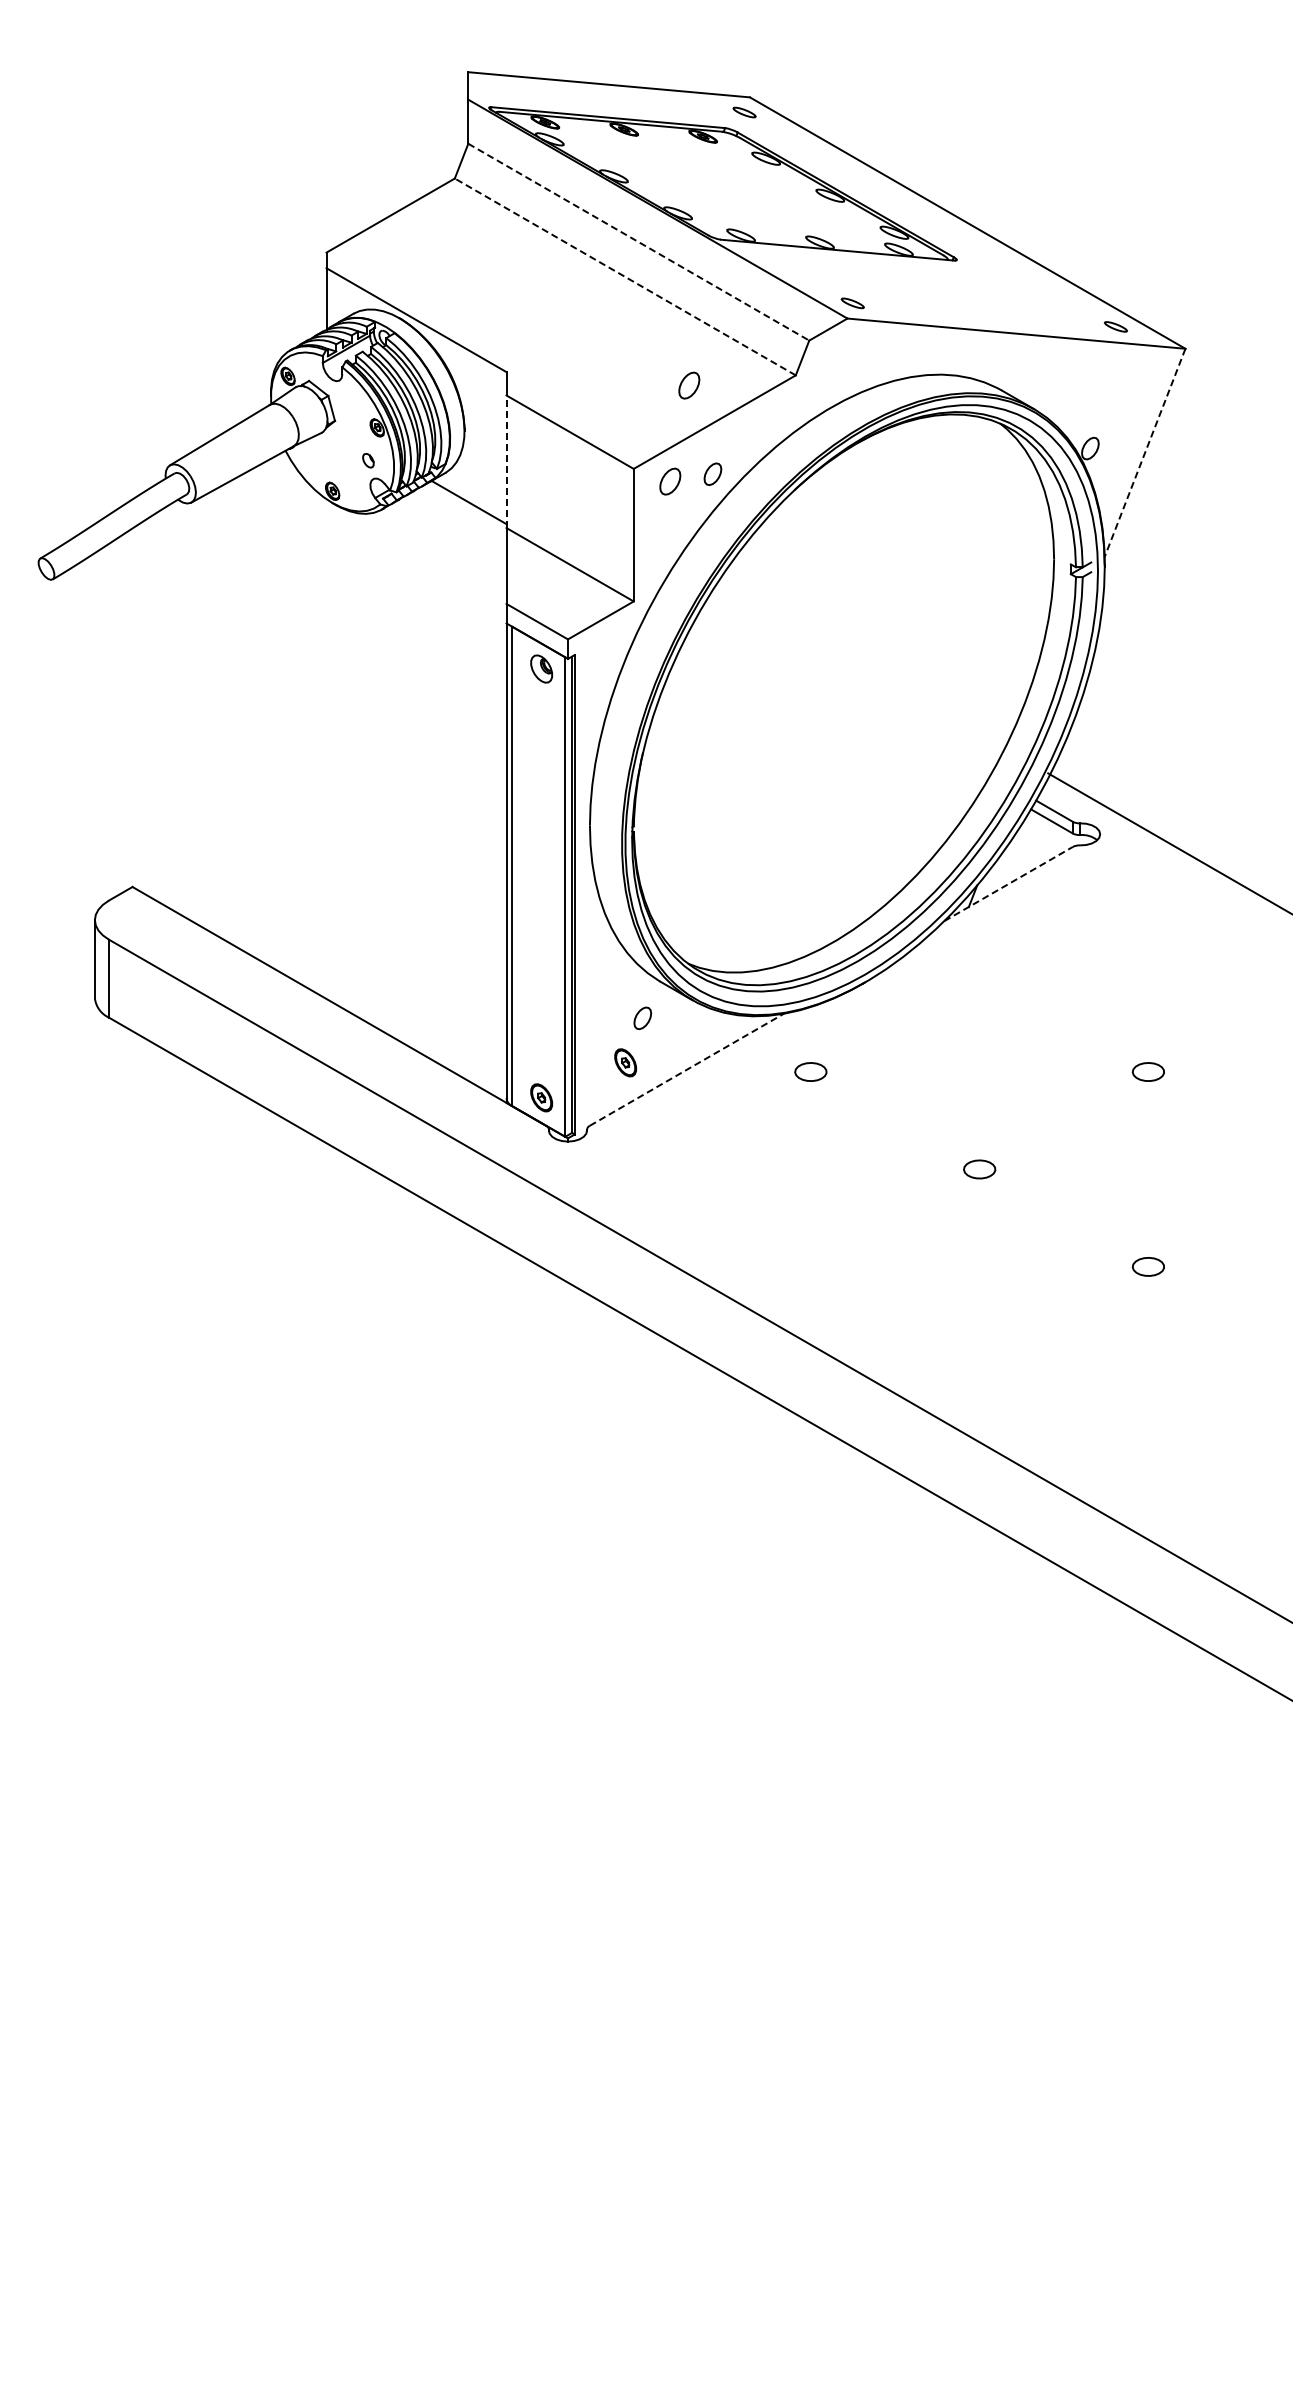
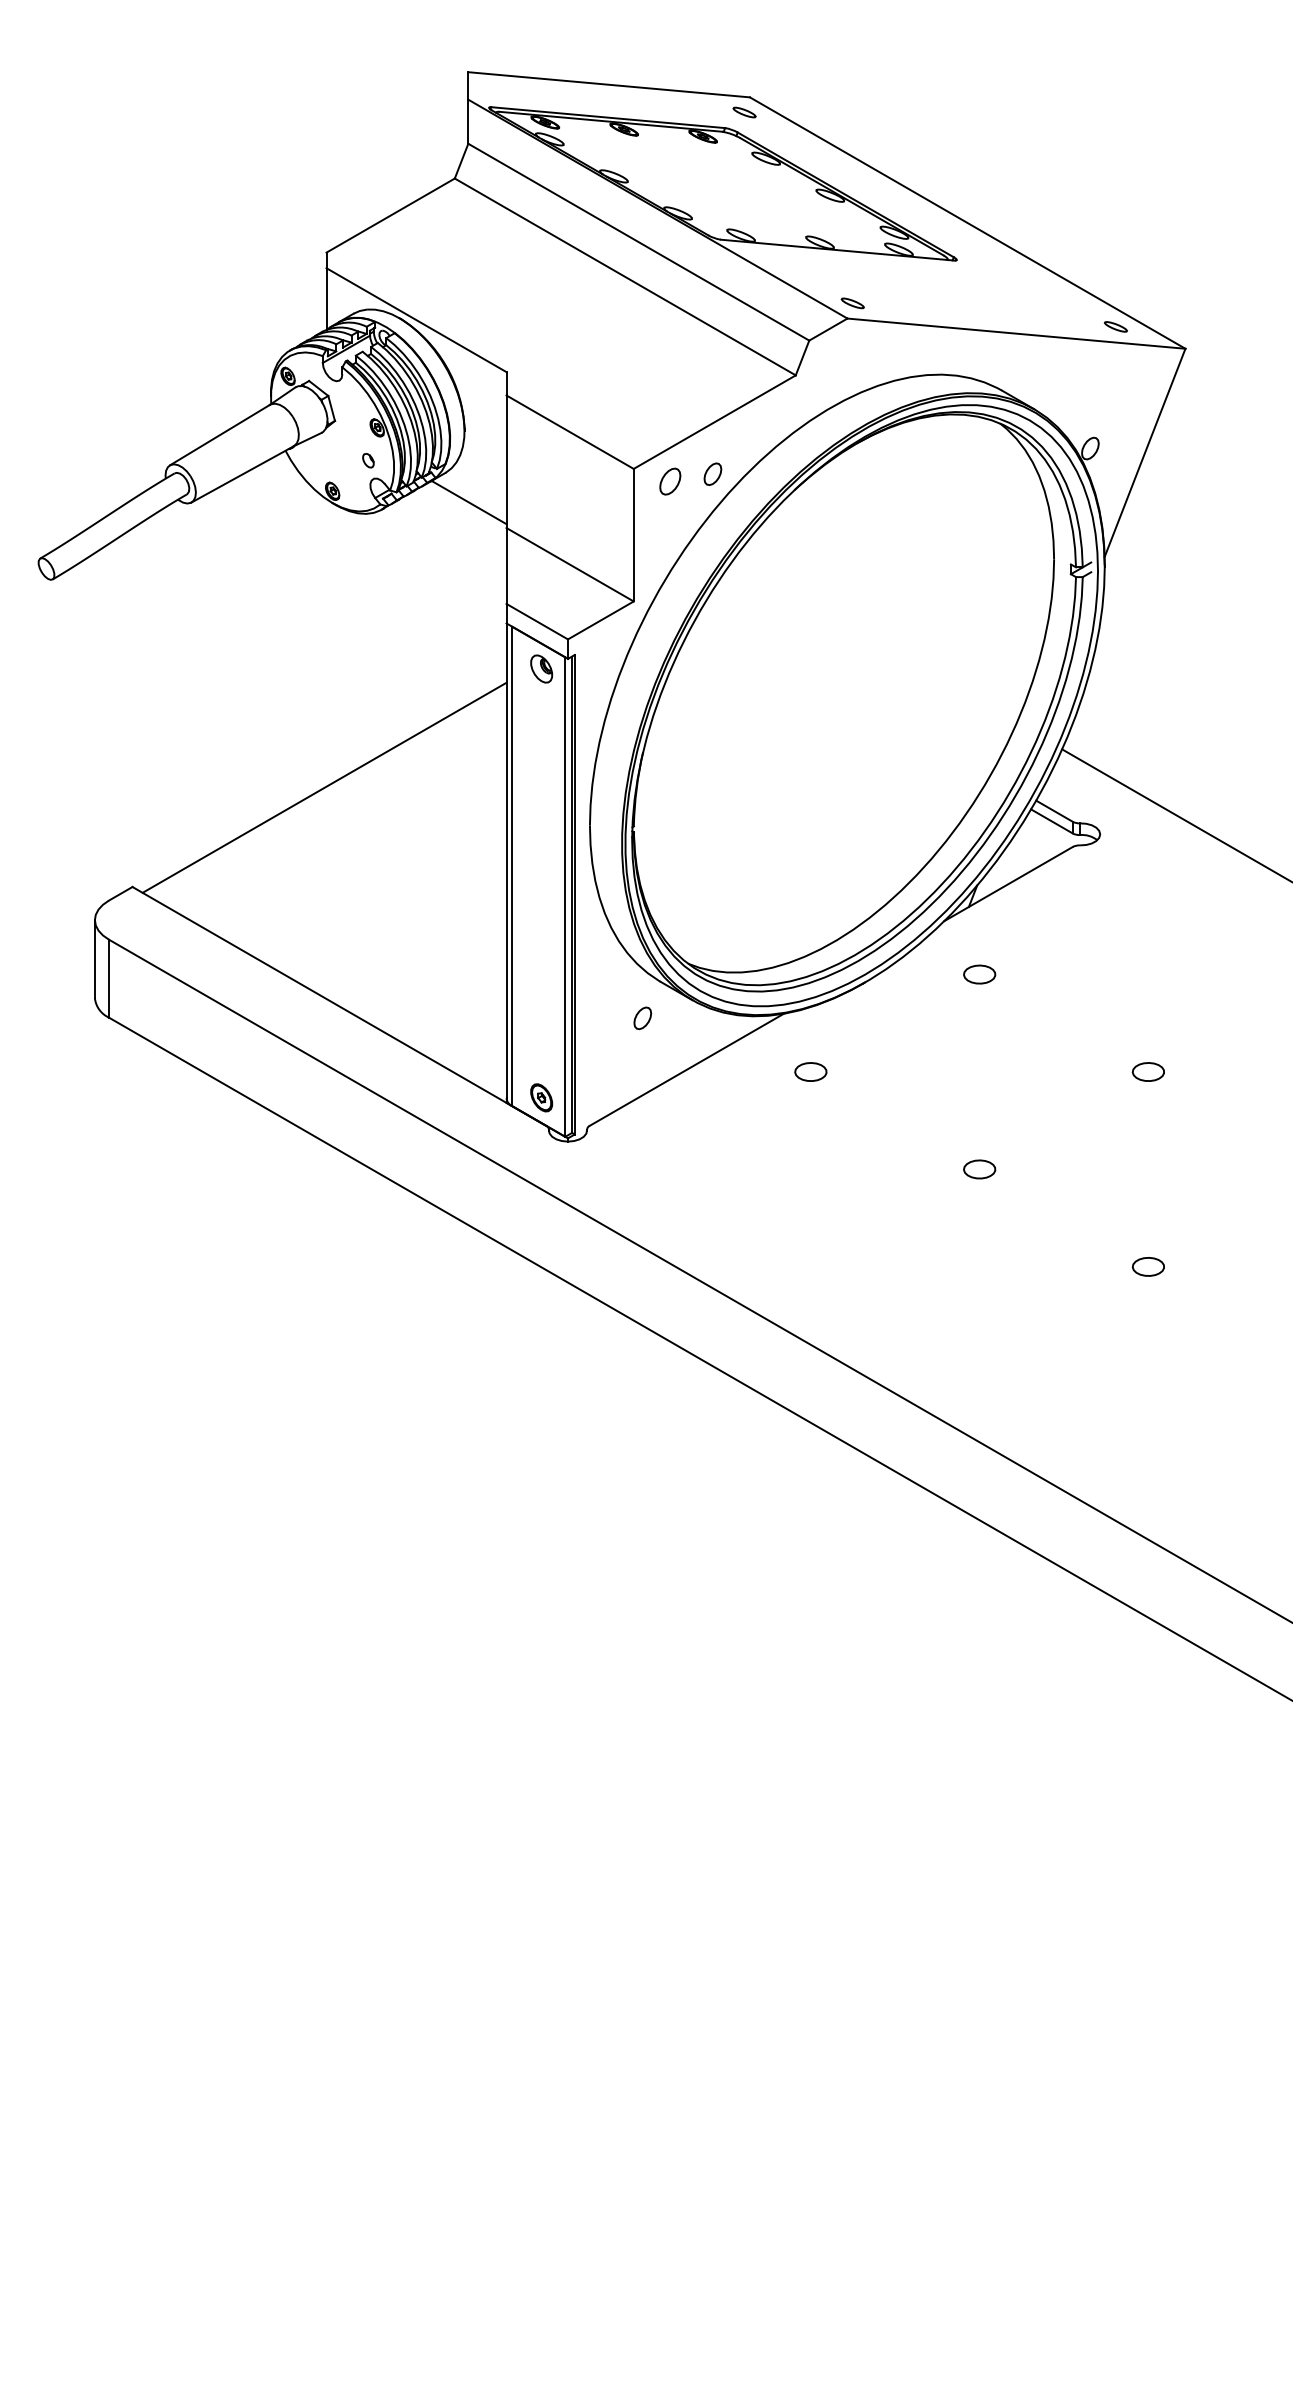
line at (638, 242): dashed -> solid
line at (625, 276): dashed -> solid
part at (689, 385): present -> none
line at (1145, 452): dashed -> solid
line at (506, 461): dashed -> solid
line at (324, 787): none -> present
line at (1168, 842) position: (1168, 842) -> (1175, 814)
line at (1009, 883): dashed -> solid
part at (979, 974): none -> present
part at (625, 1062): present -> none
line at (686, 1069): dashed -> solid
